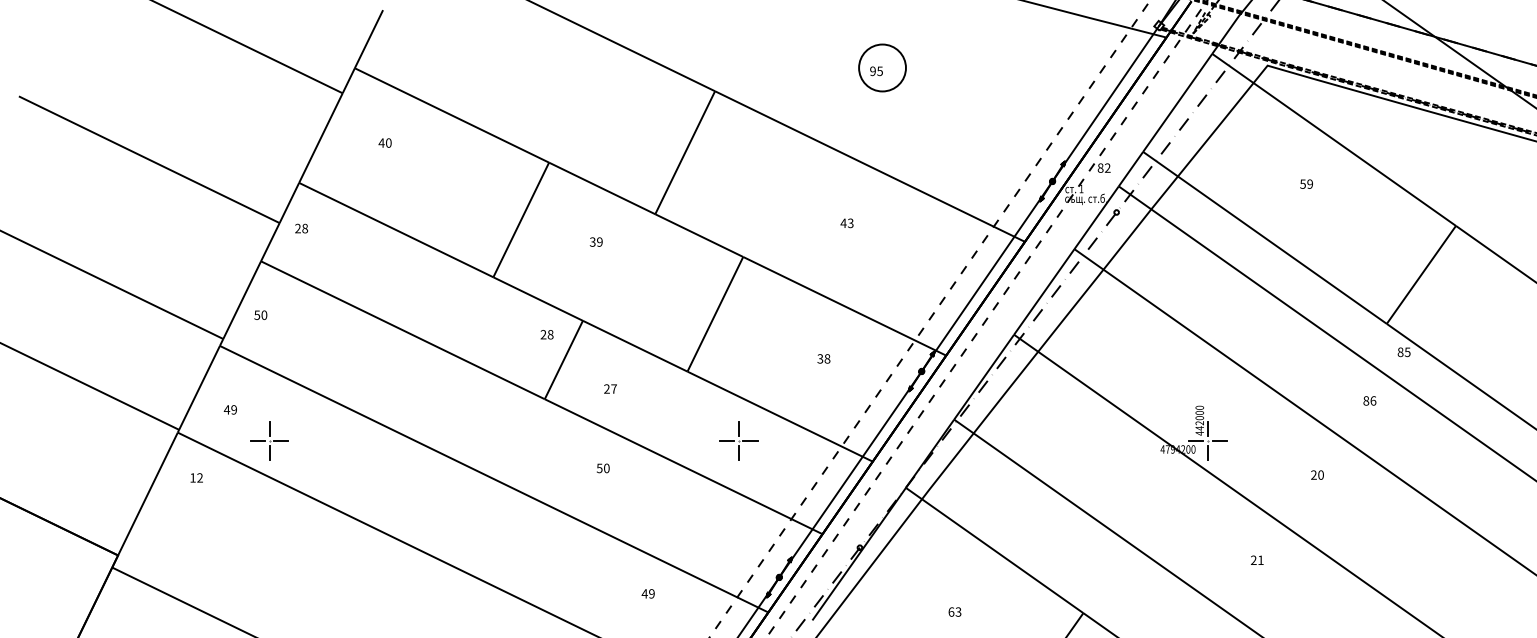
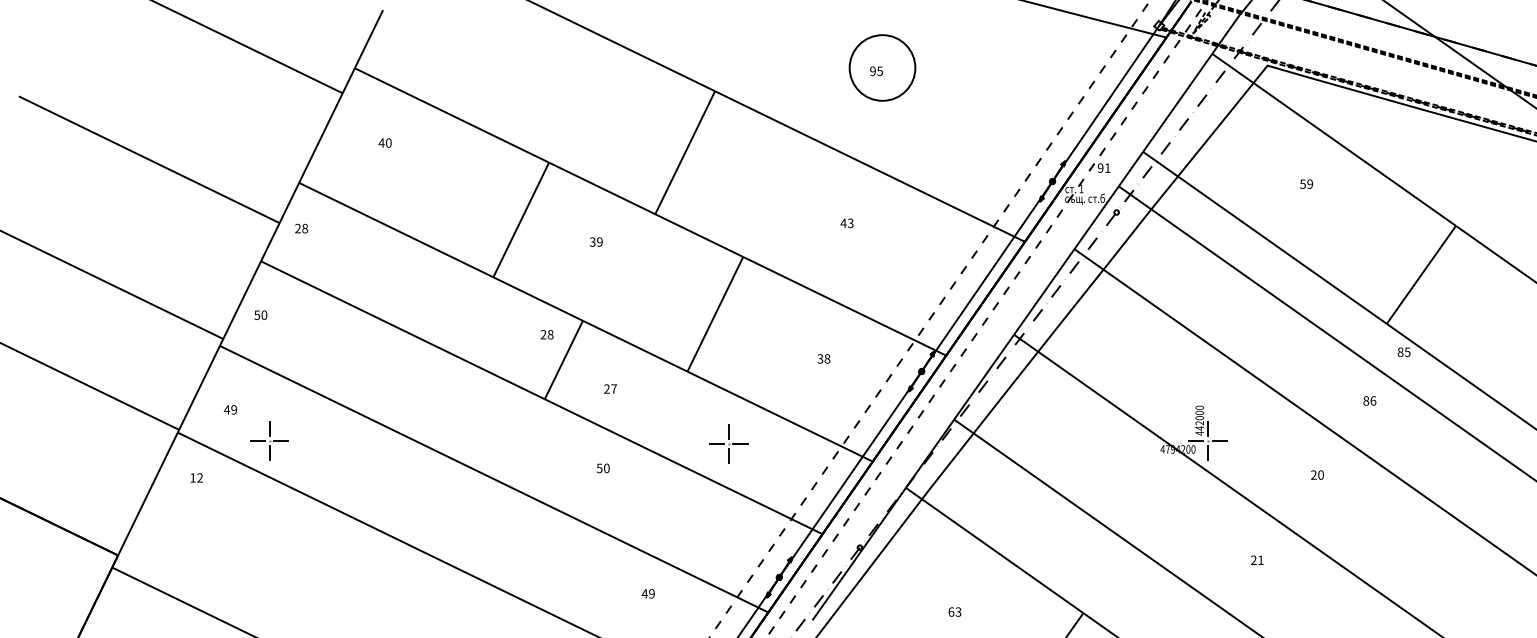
circle at (882, 67) diameter: 47 px -> 66 px
text at (1103, 167): 82 -> 91
part at (738, 440) position: (738, 440) -> (728, 443)
